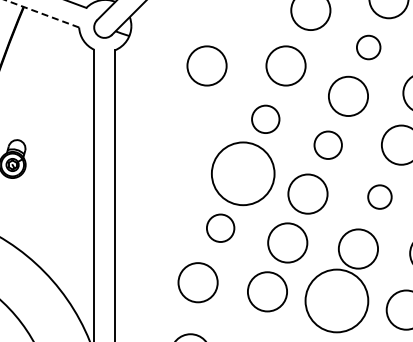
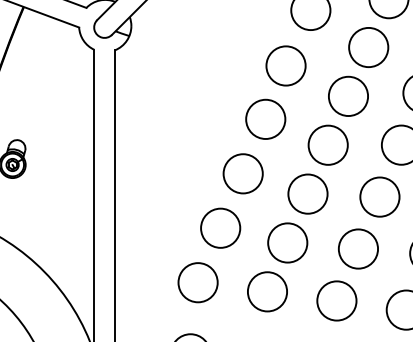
line at (41, 13): dashed -> solid
circle at (368, 47) diameter: 24 px -> 39 px
circle at (206, 65): present -> none
circle at (265, 119) diameter: 27 px -> 39 px
circle at (327, 144) diameter: 27 px -> 39 px
circle at (242, 173) diameter: 63 px -> 39 px
circle at (379, 196) diameter: 24 px -> 39 px
circle at (220, 227) diameter: 27 px -> 39 px
circle at (336, 300) diameter: 63 px -> 39 px
